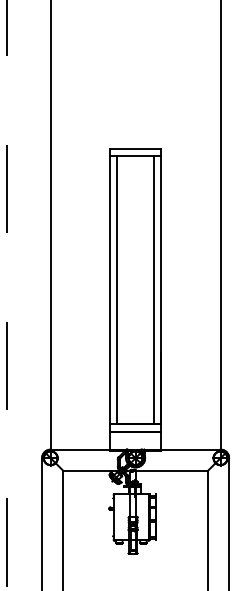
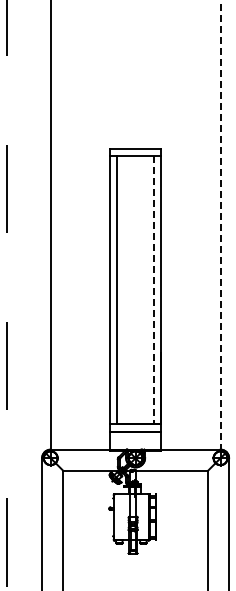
line at (220, 225): solid -> dashed
line at (154, 290): solid -> dashed
